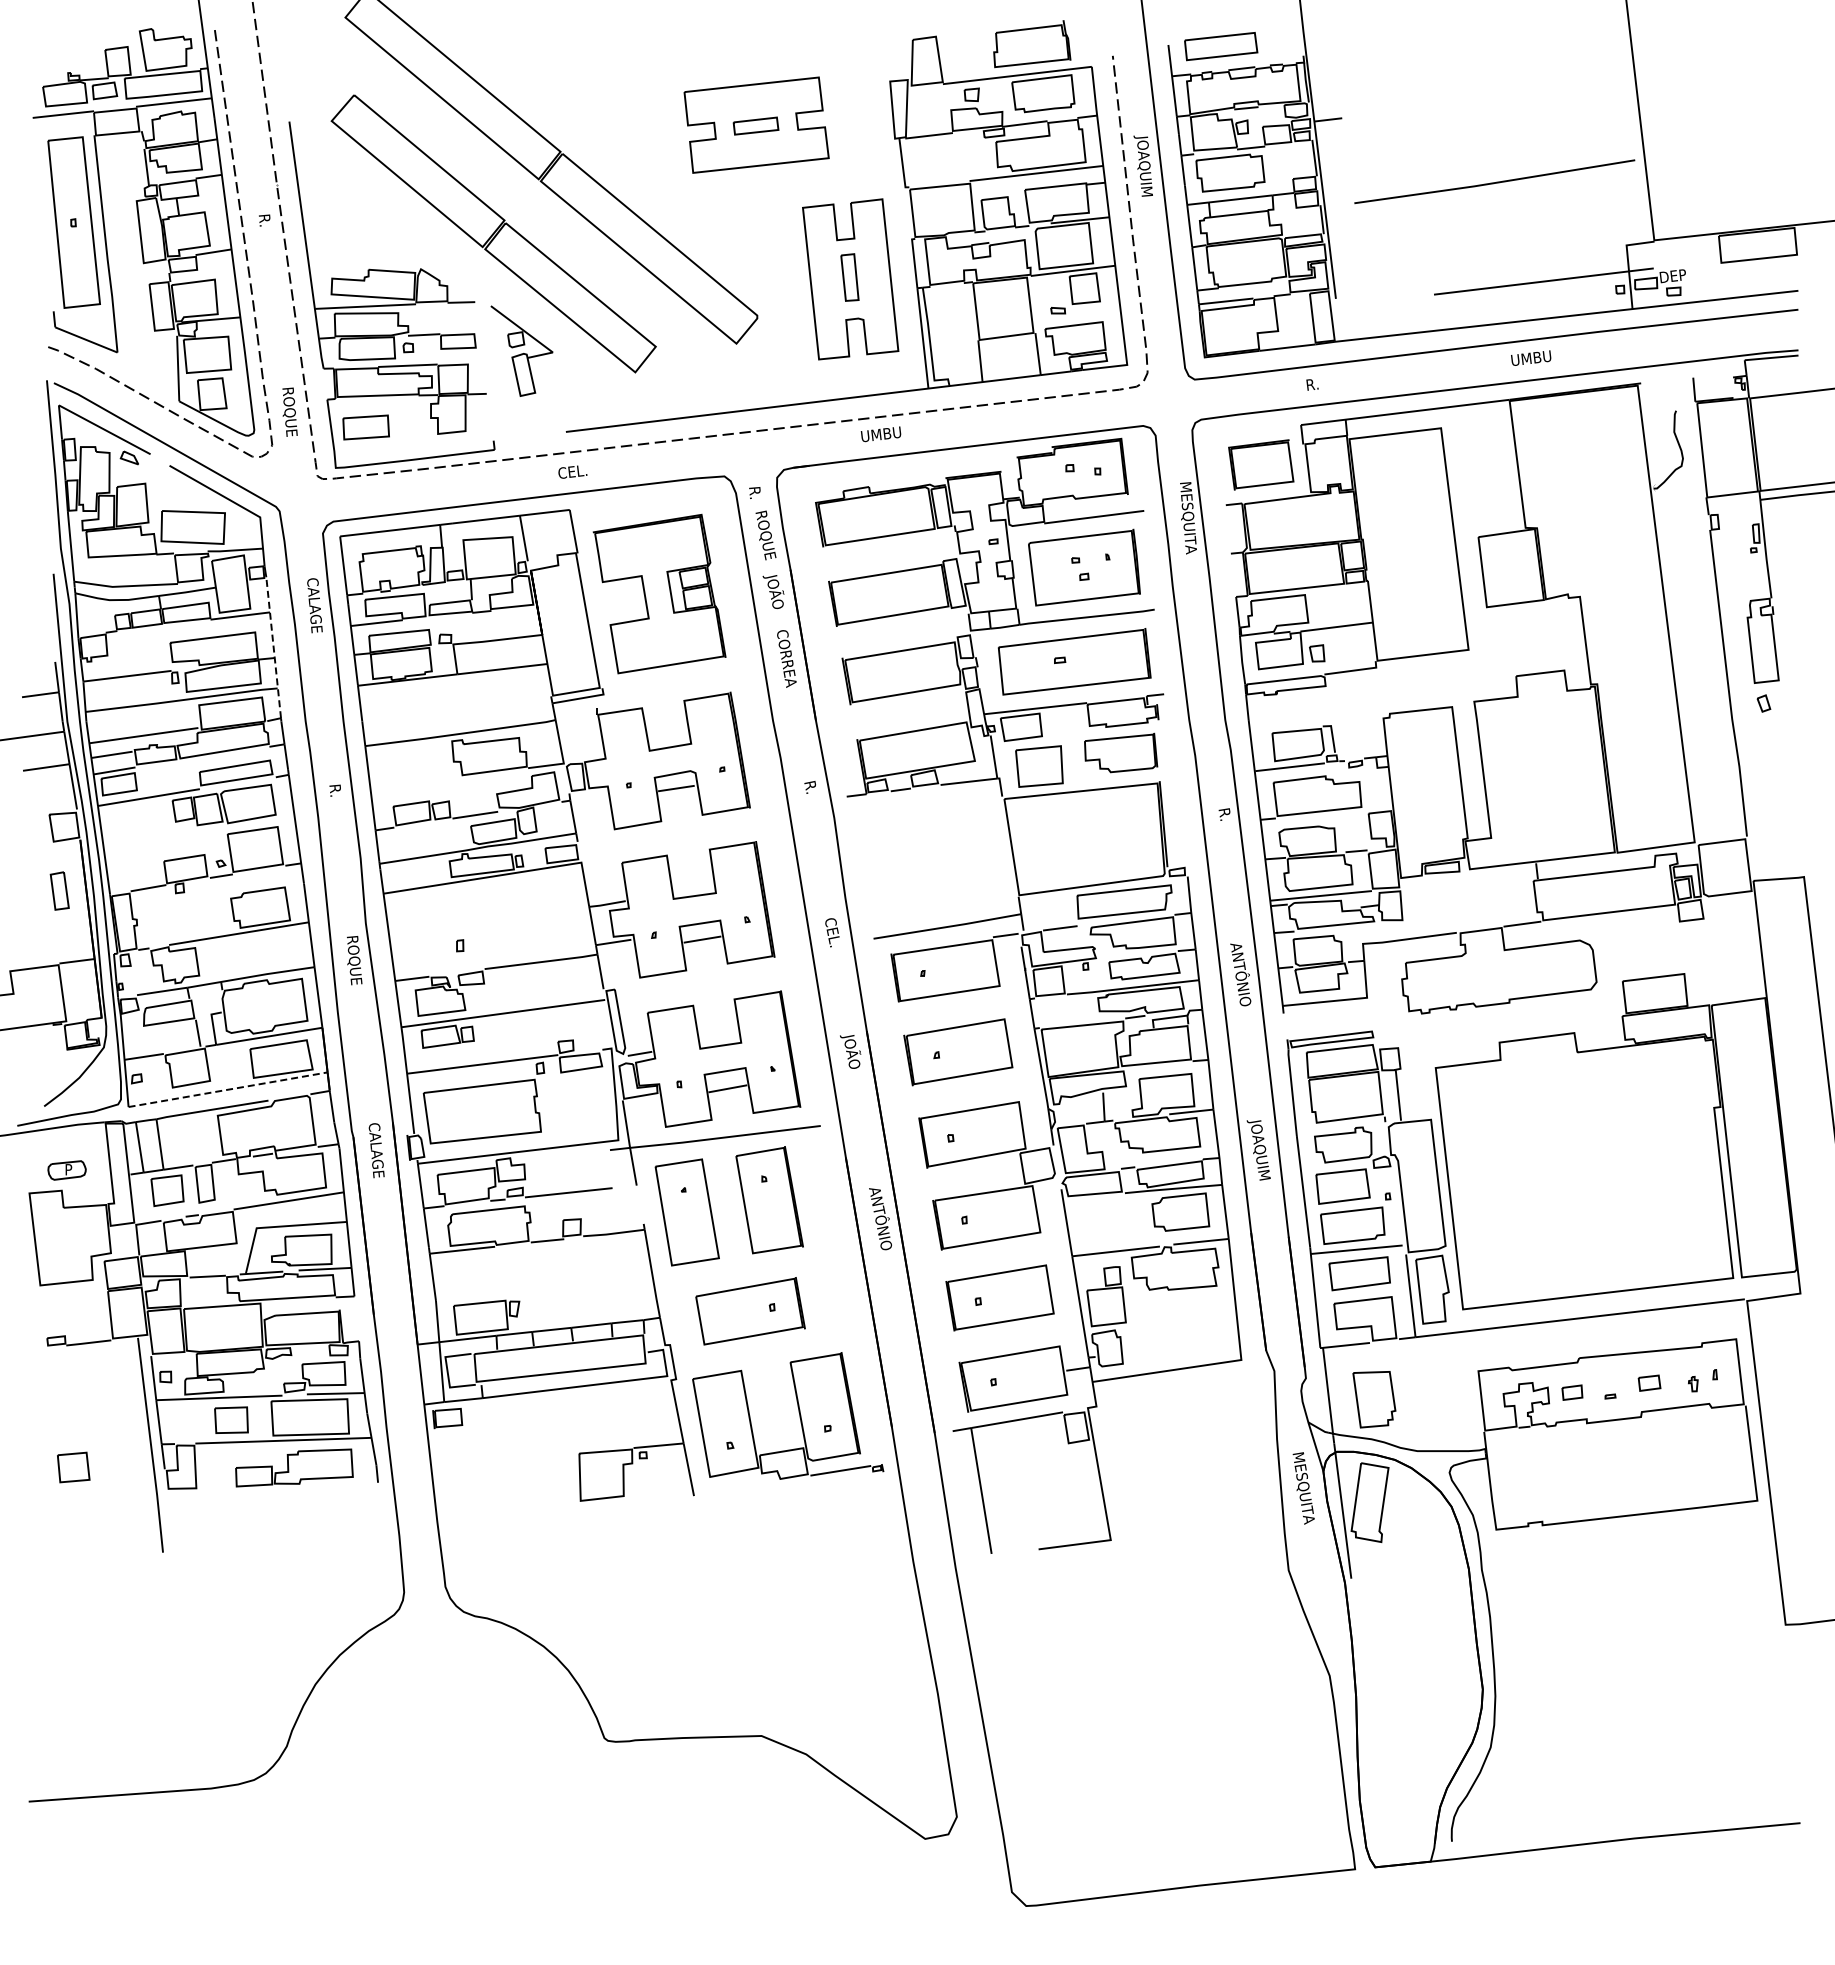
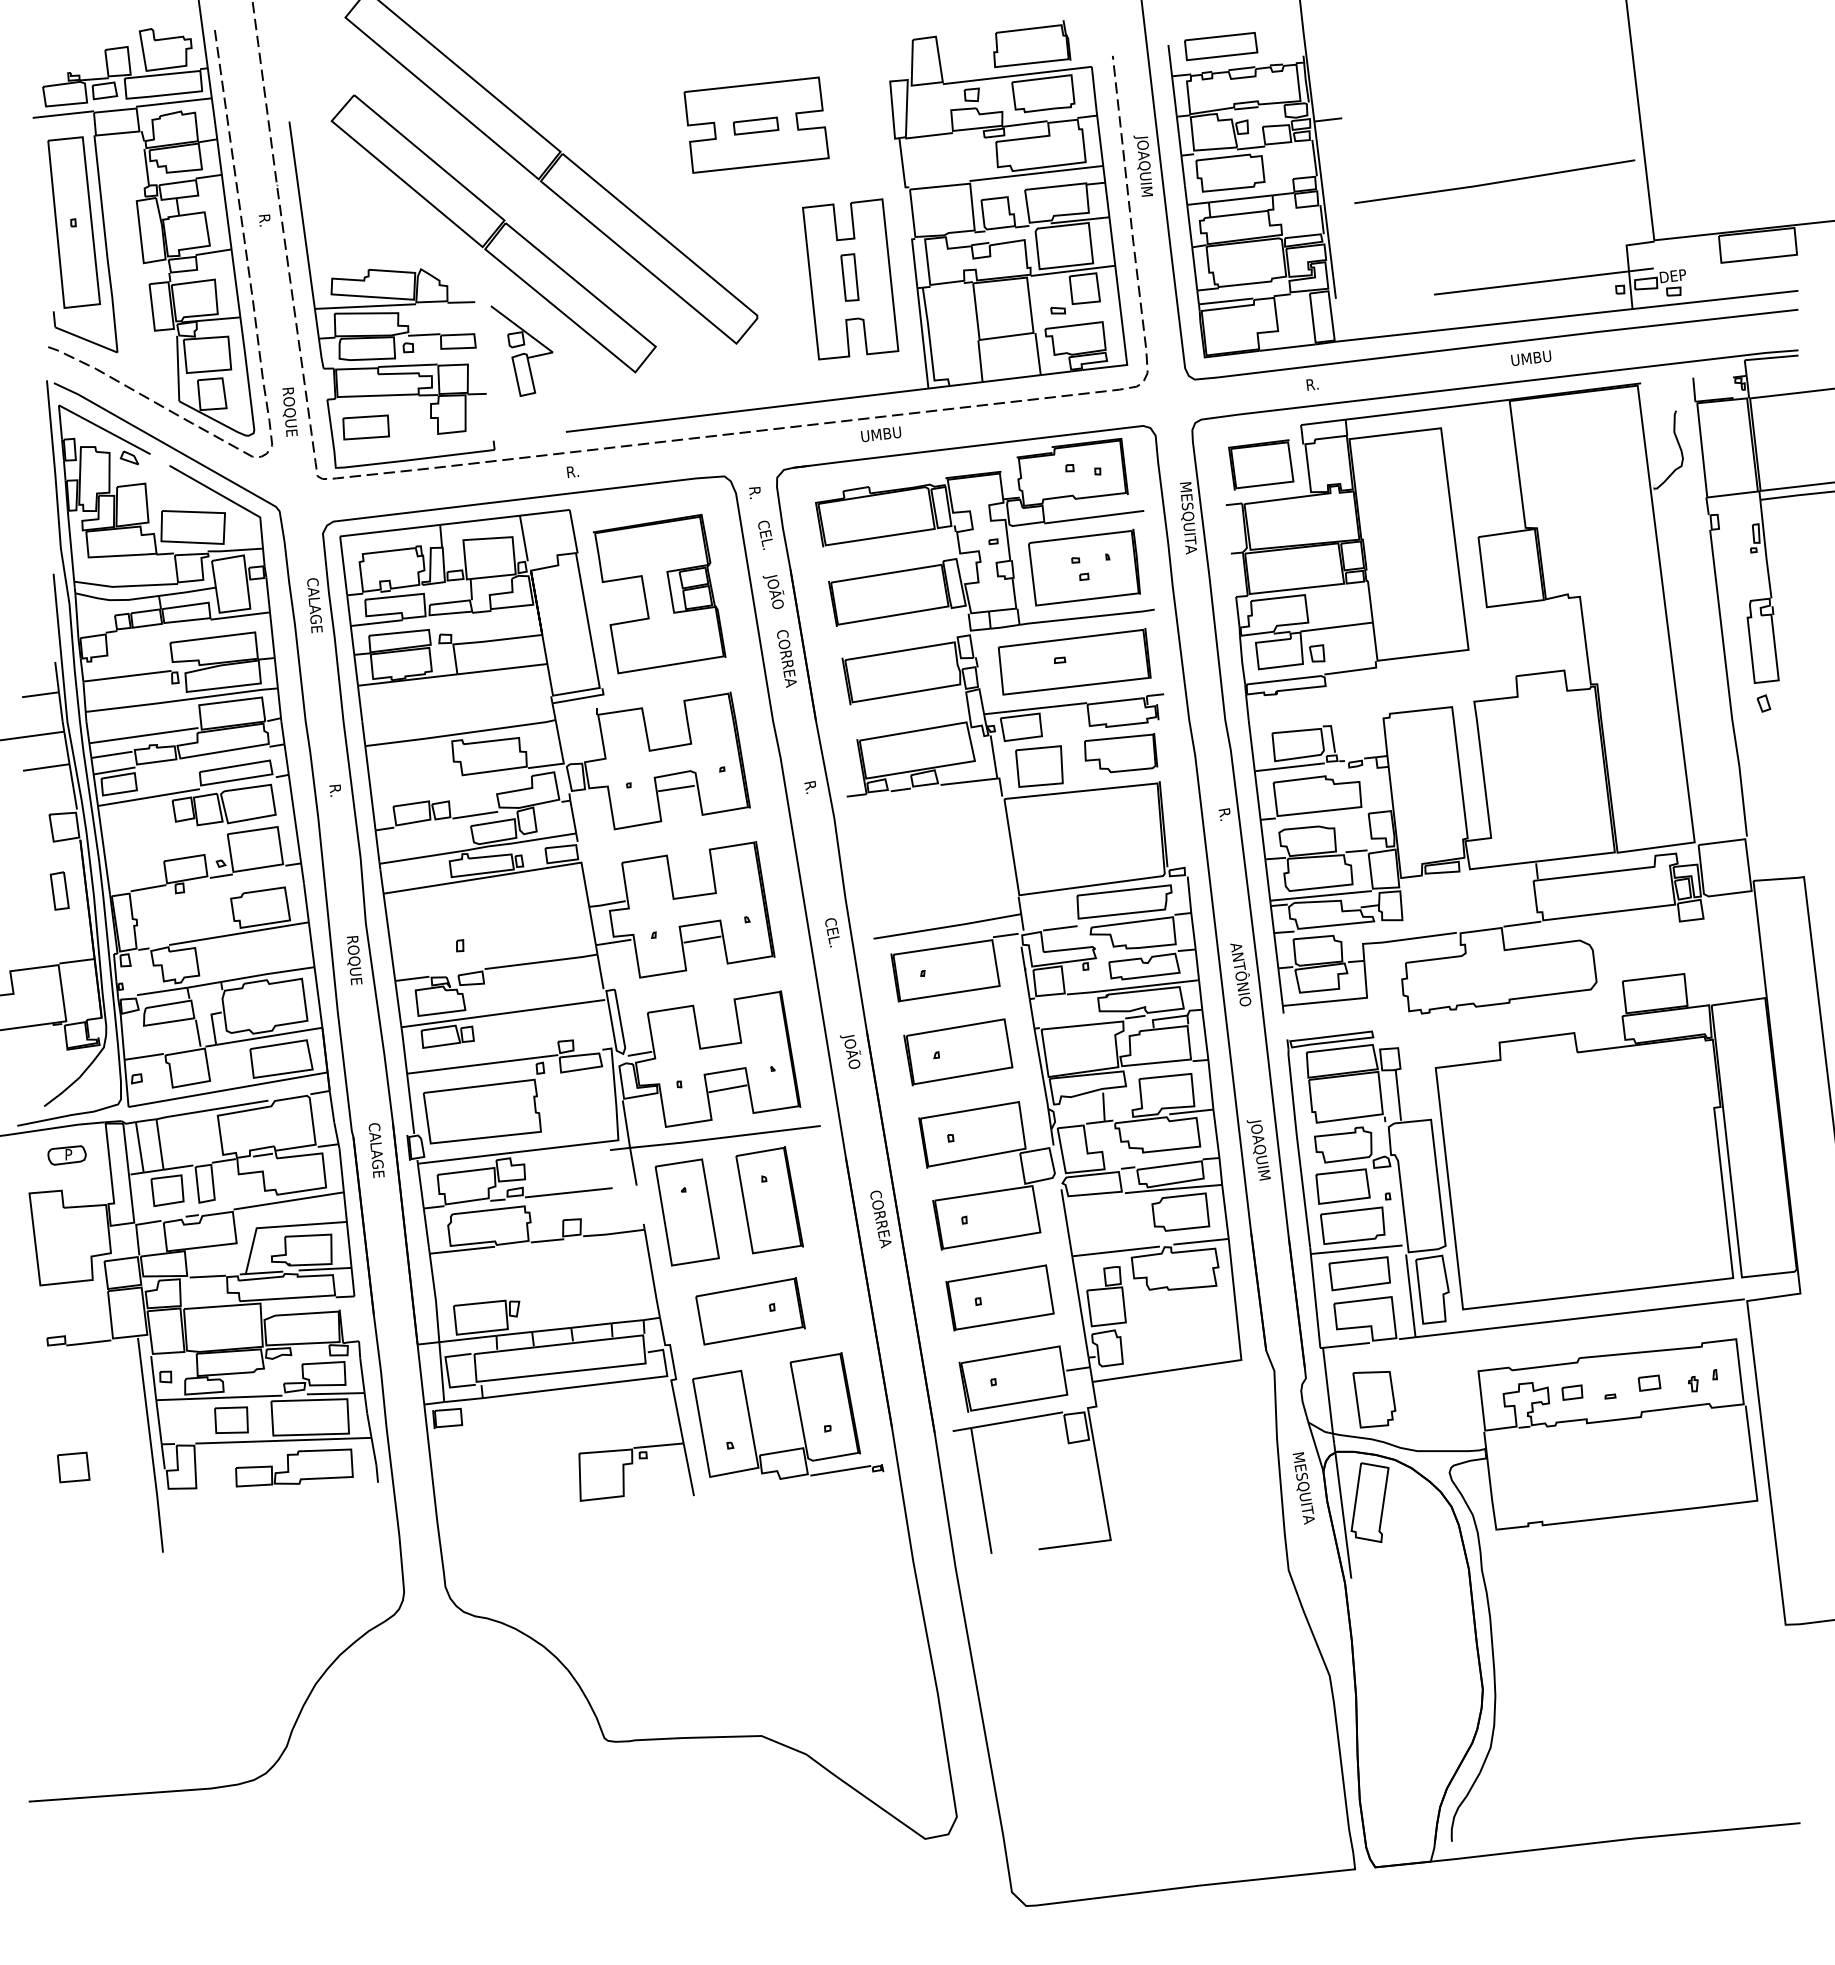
text at (572, 471): CEL. -> R.
text at (765, 535): ROQUE -> CEL.
line at (273, 646): dashed -> solid
line at (228, 1089): dashed -> solid
part at (66, 1170) position: (66, 1170) -> (66, 1155)
text at (880, 1219): ANTÔNIO -> CORREA
